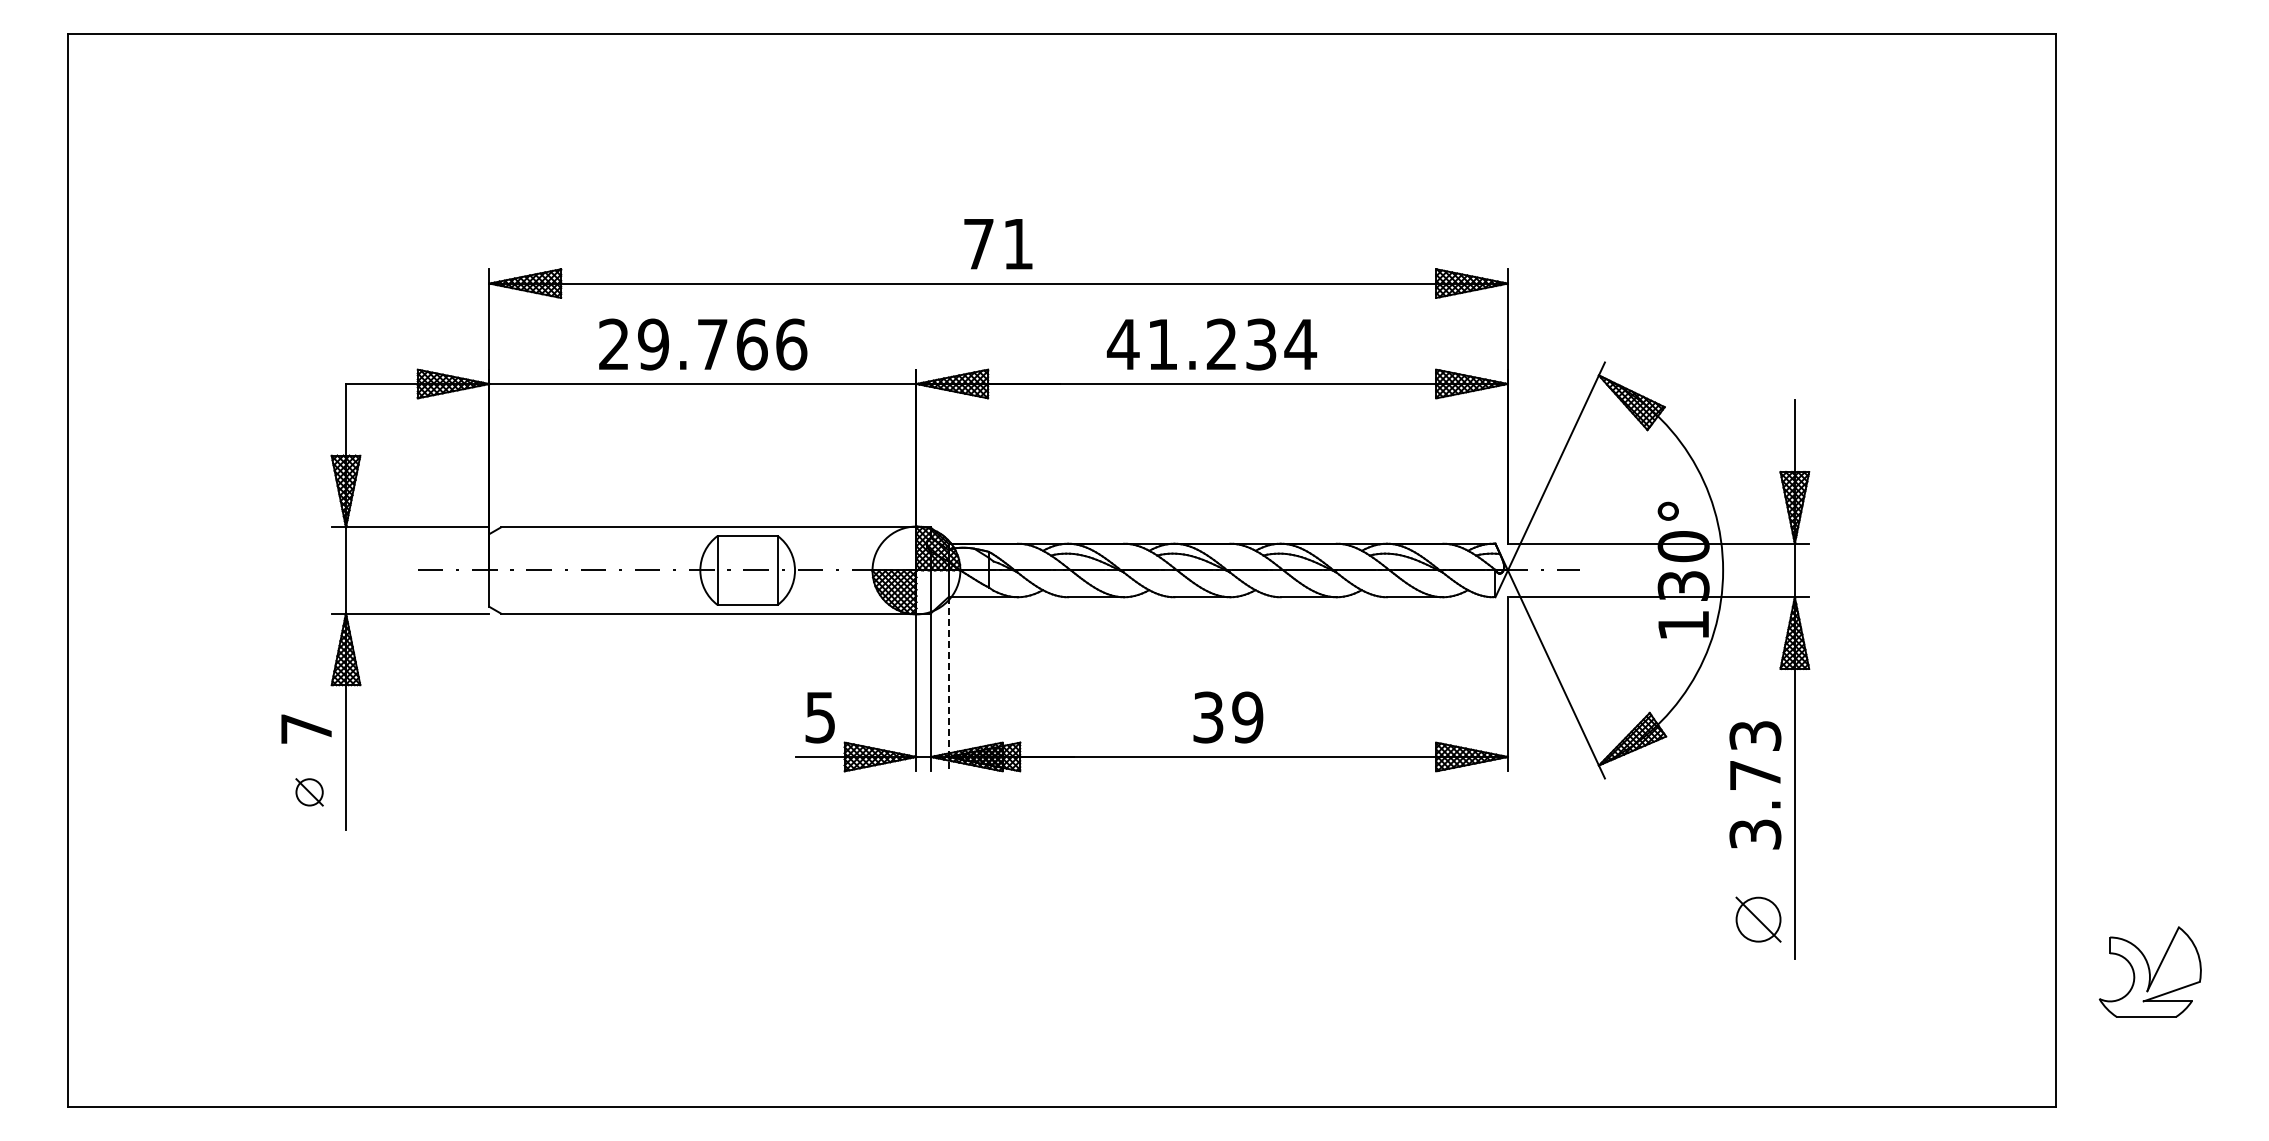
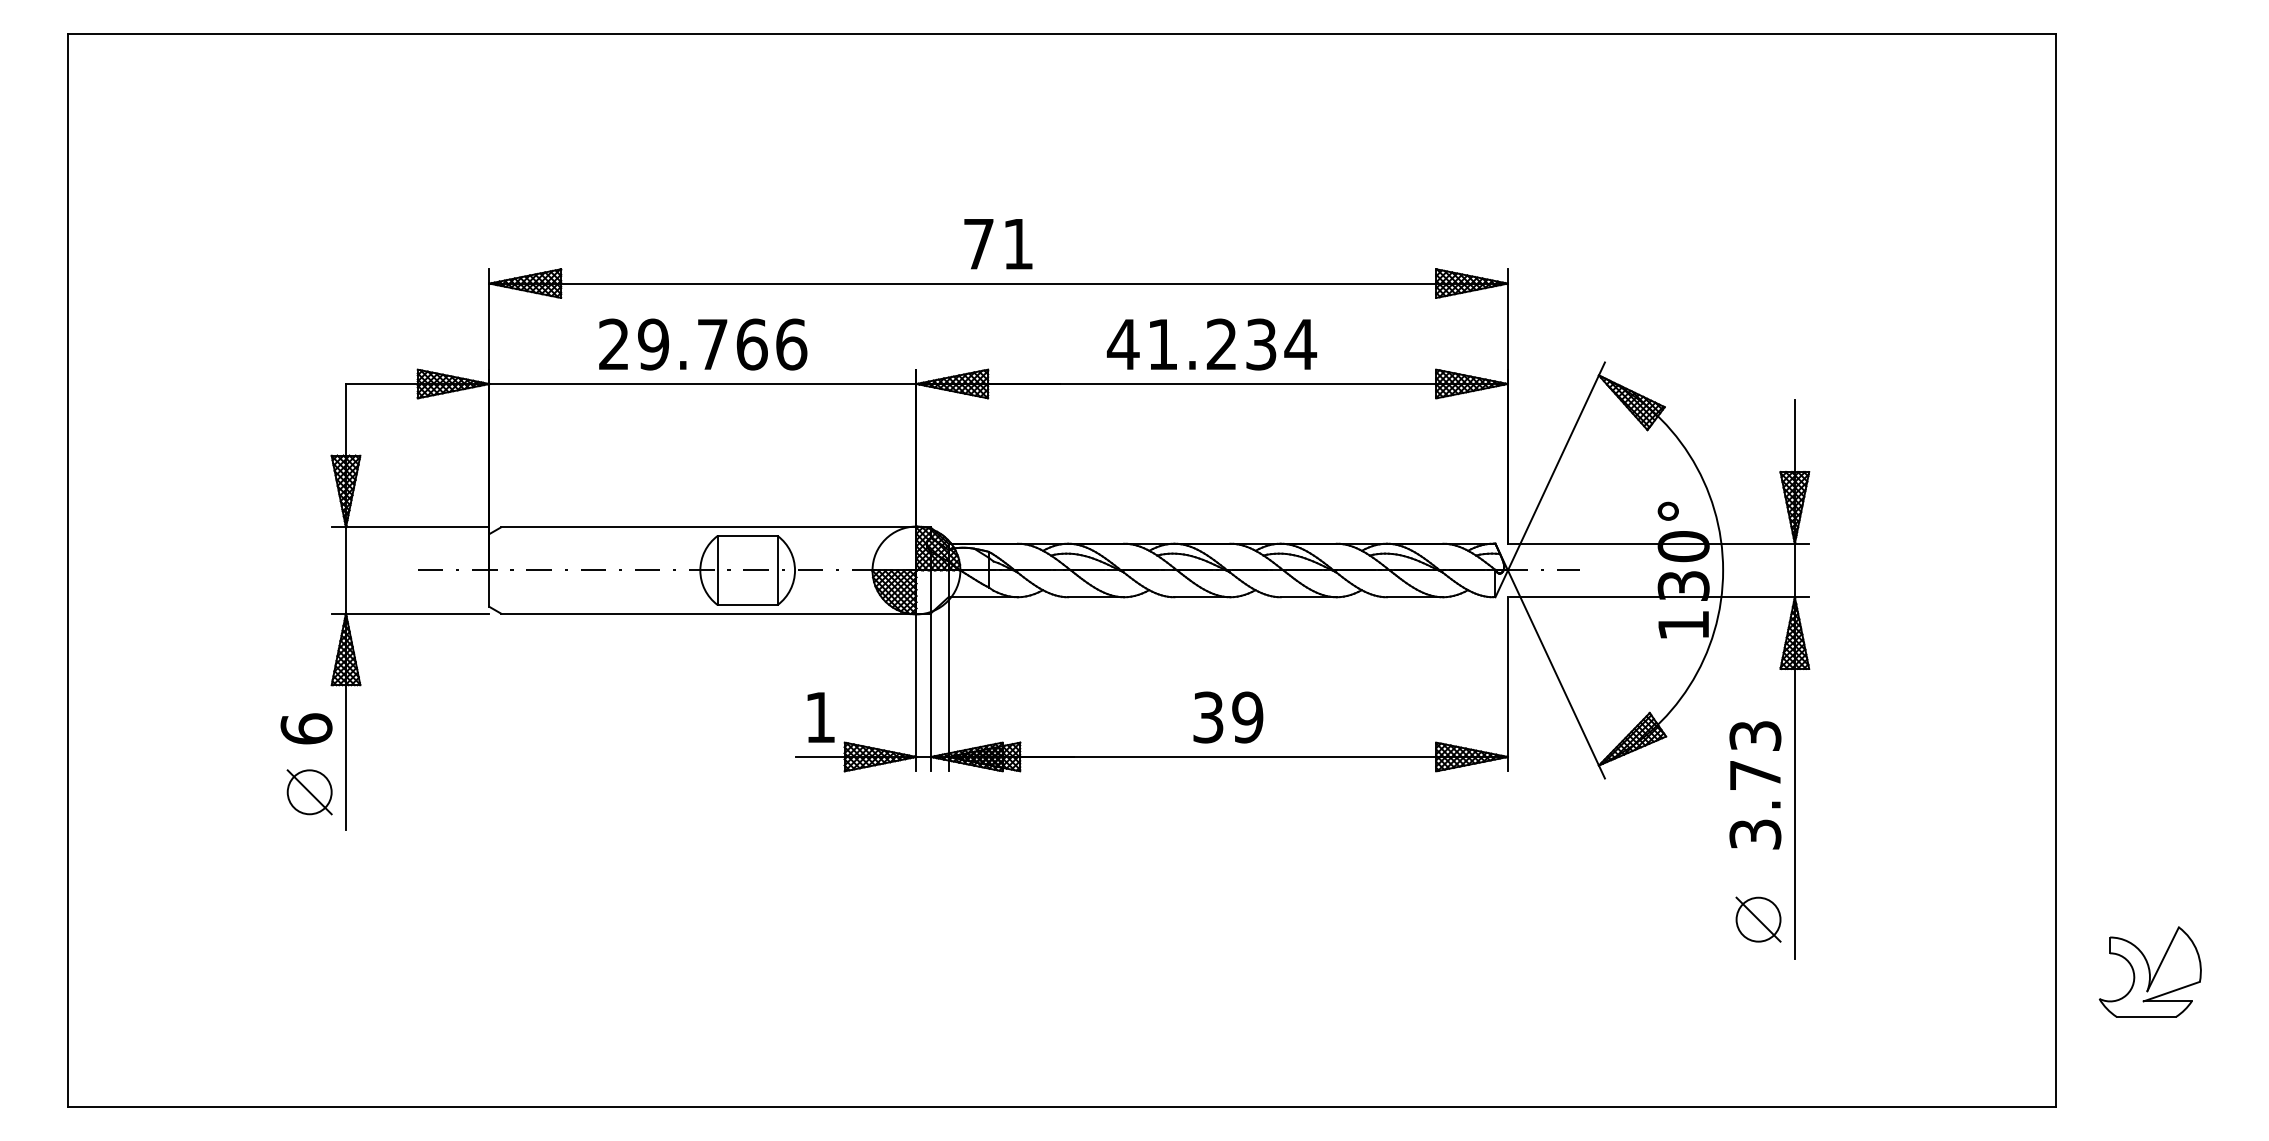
line at (948, 684): dashed -> solid
text at (819, 717): 5 -> 1
text at (306, 728): 7 -> 6
part at (309, 792) size: 29x29 px -> 47x47 px
